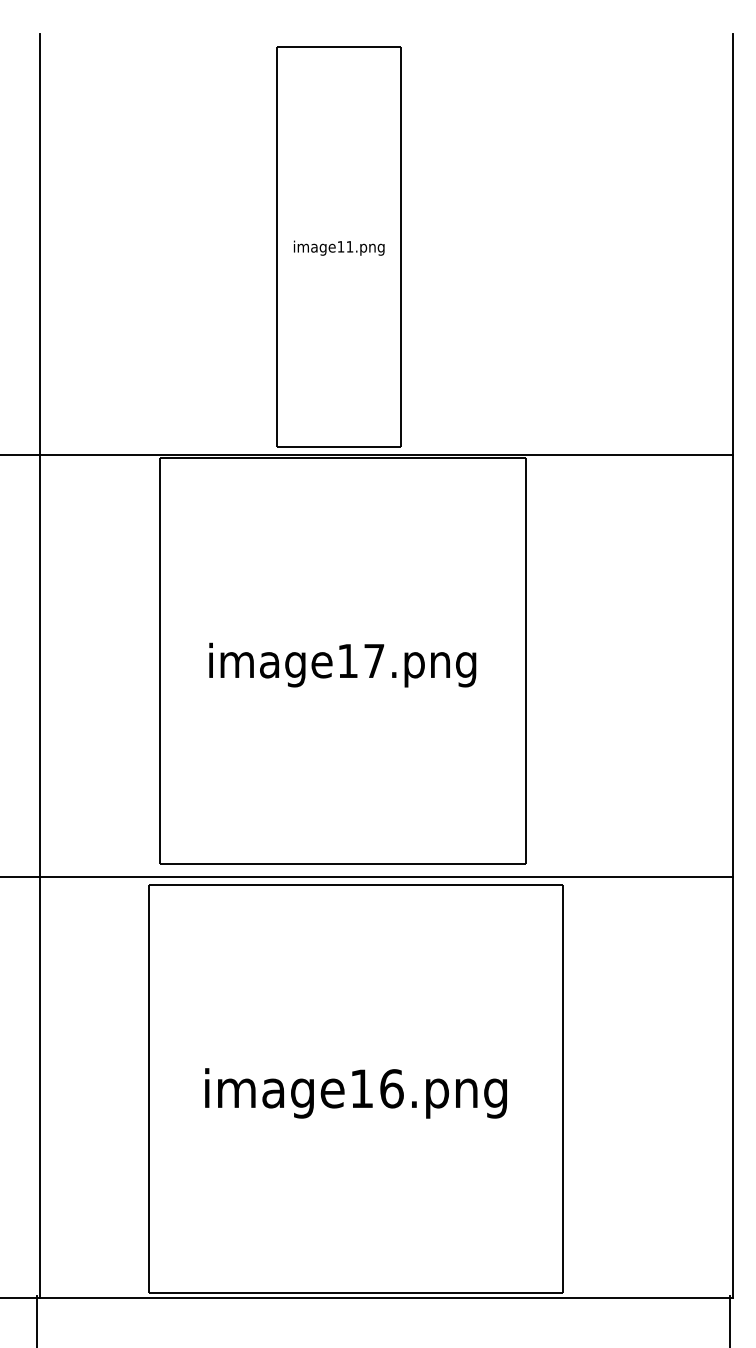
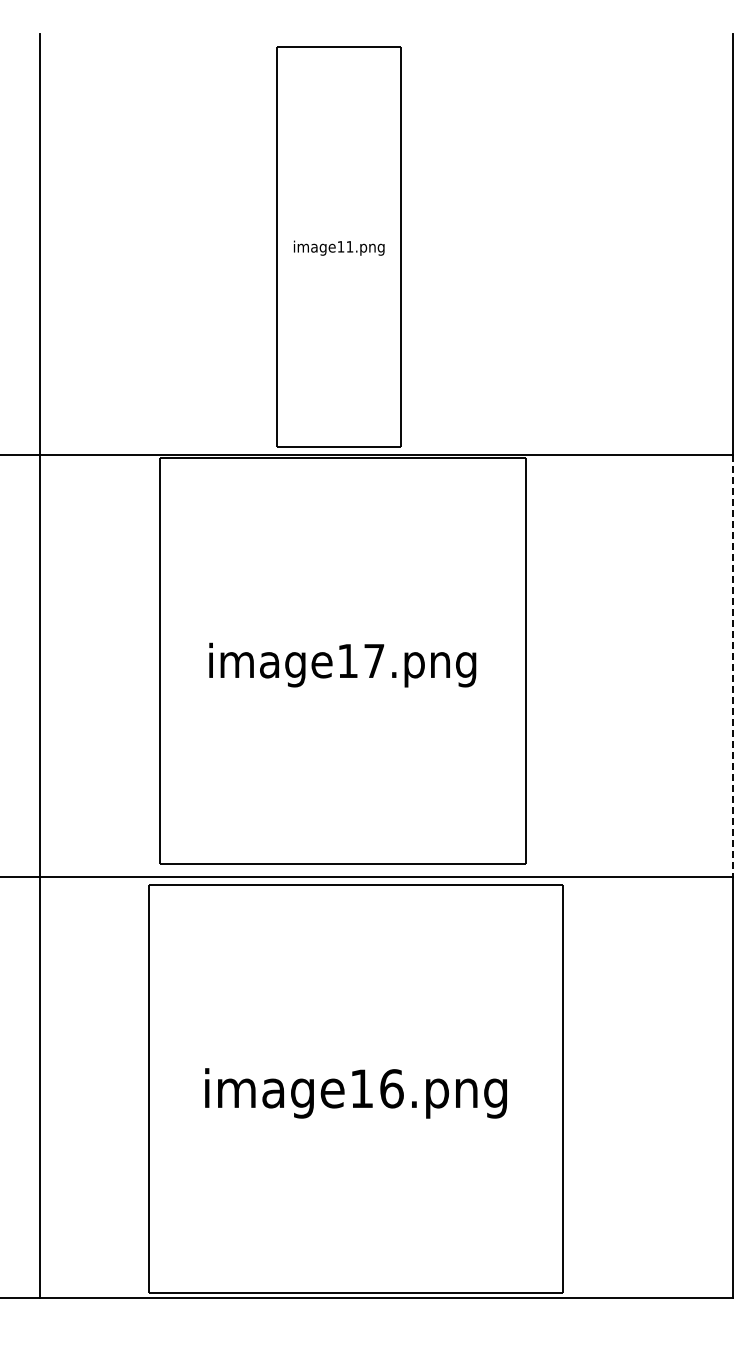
line at (733, 665): solid -> dashed
line at (36, 1319): present -> none
line at (730, 1319): present -> none
